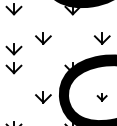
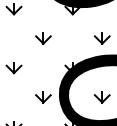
part at (13, 49): present -> none
part at (101, 97) size: 12x9 px -> 18x13 px
